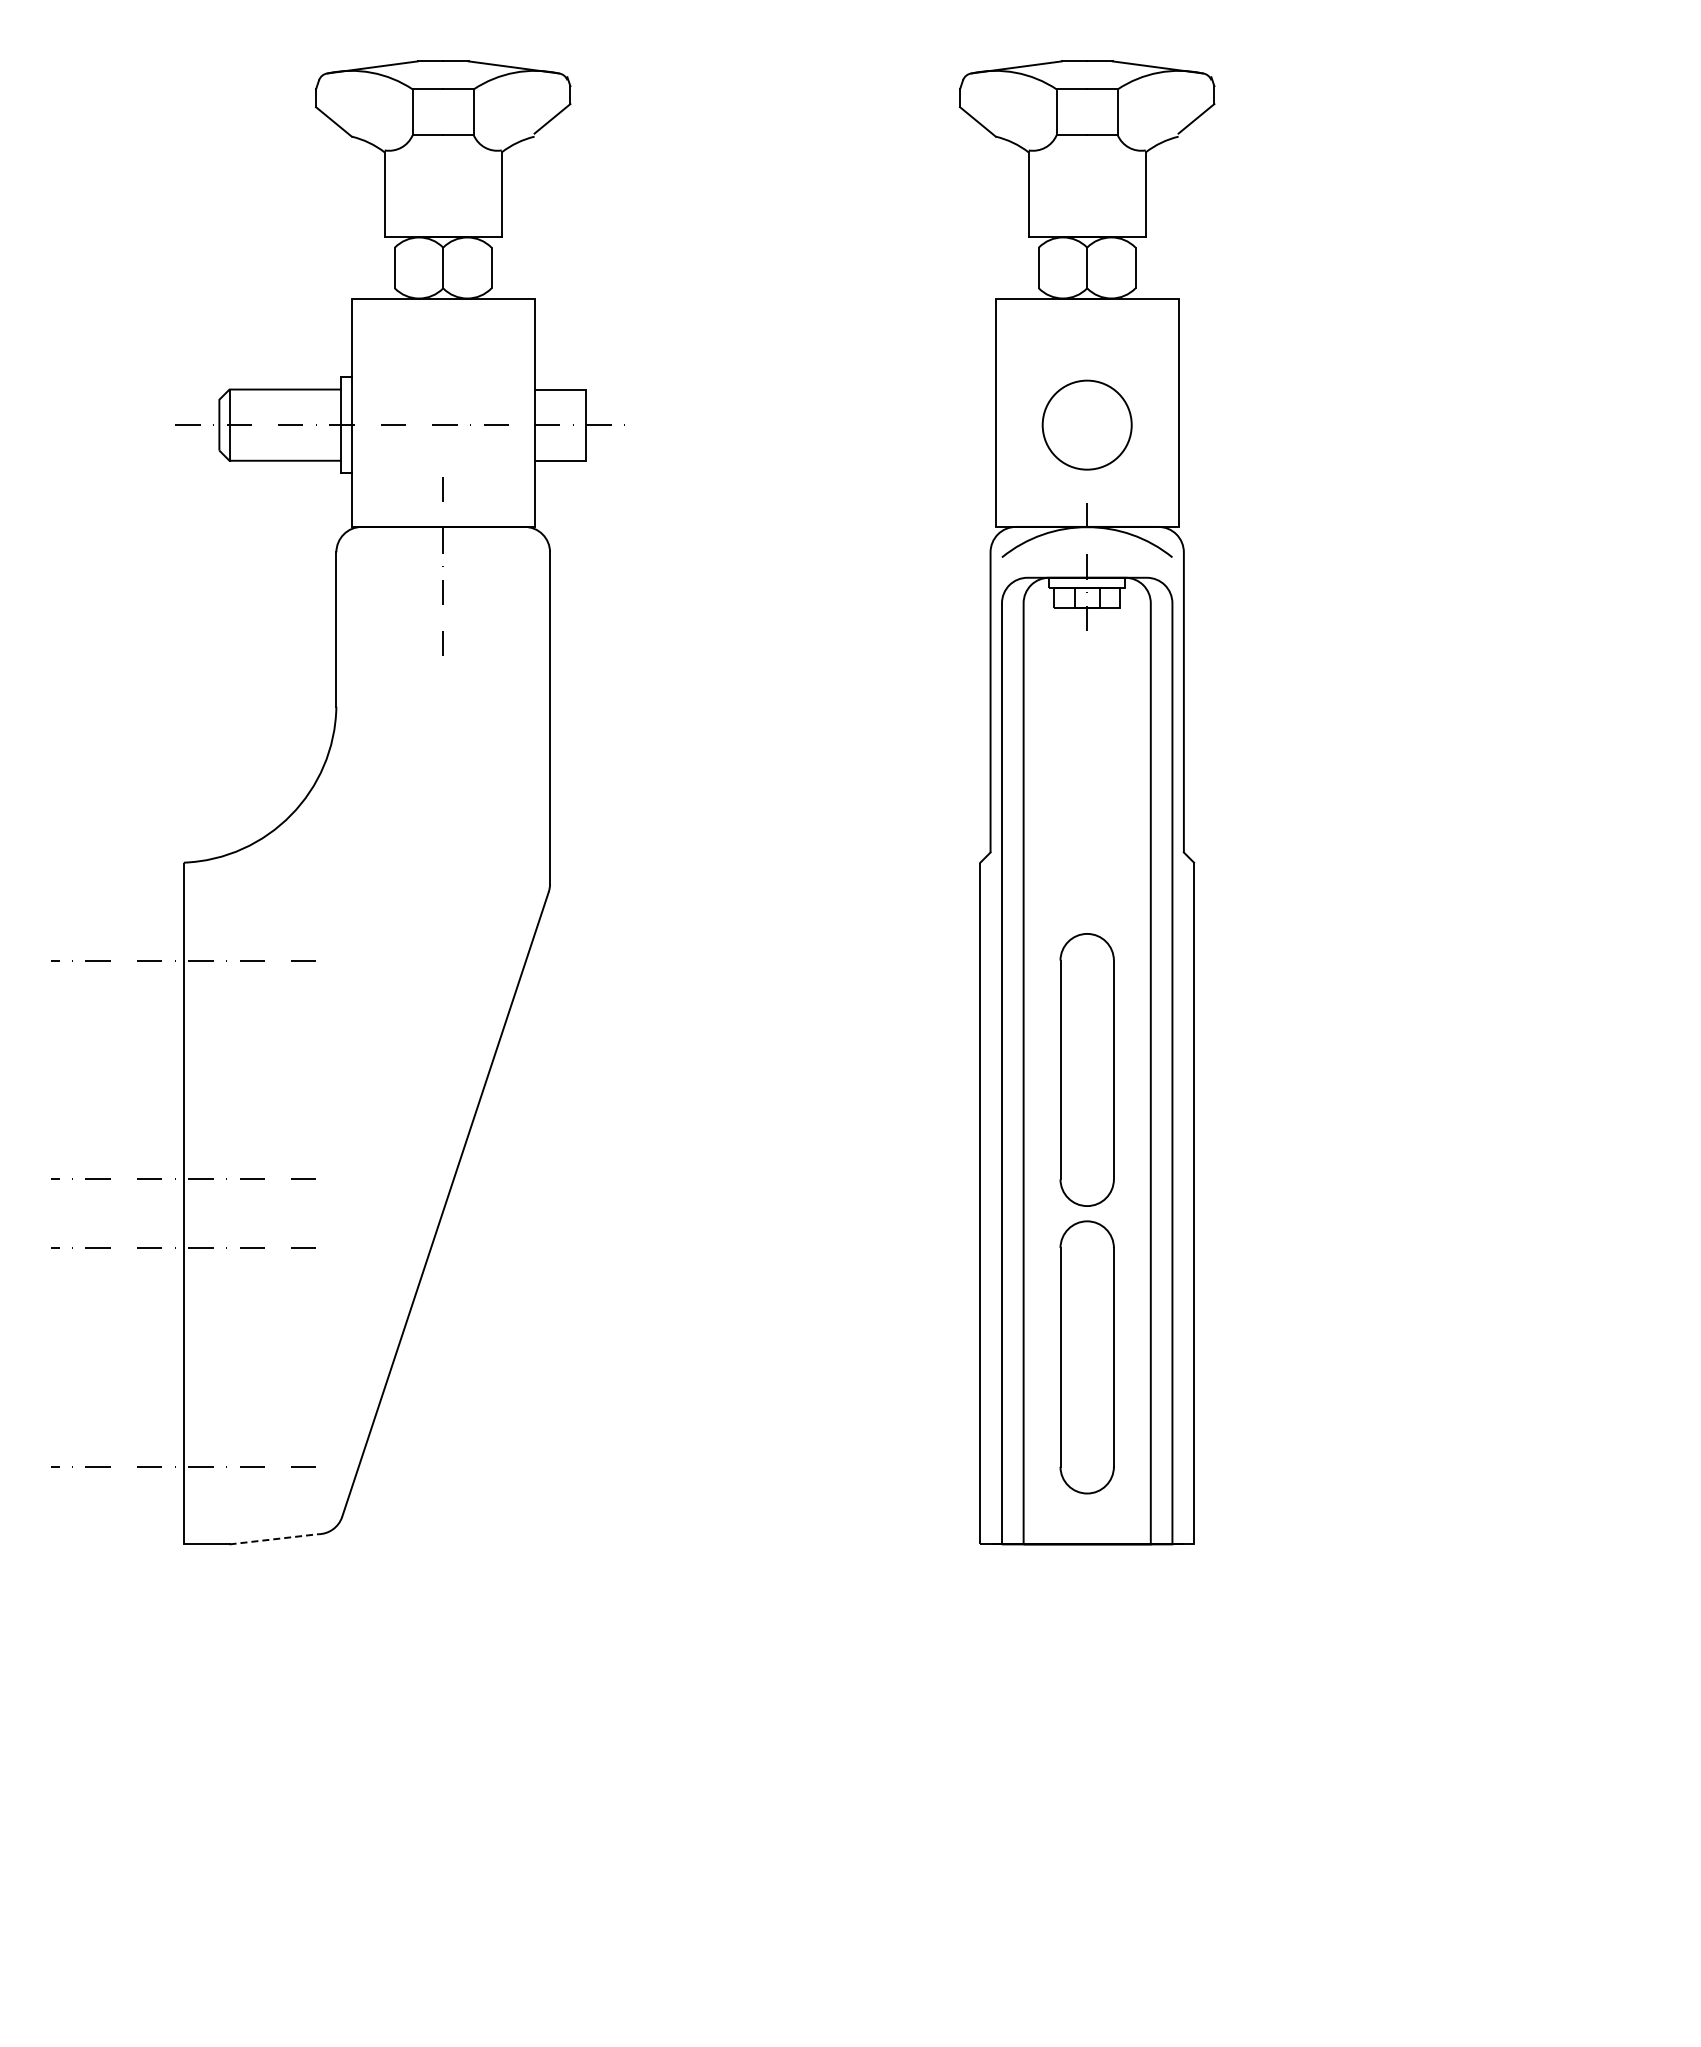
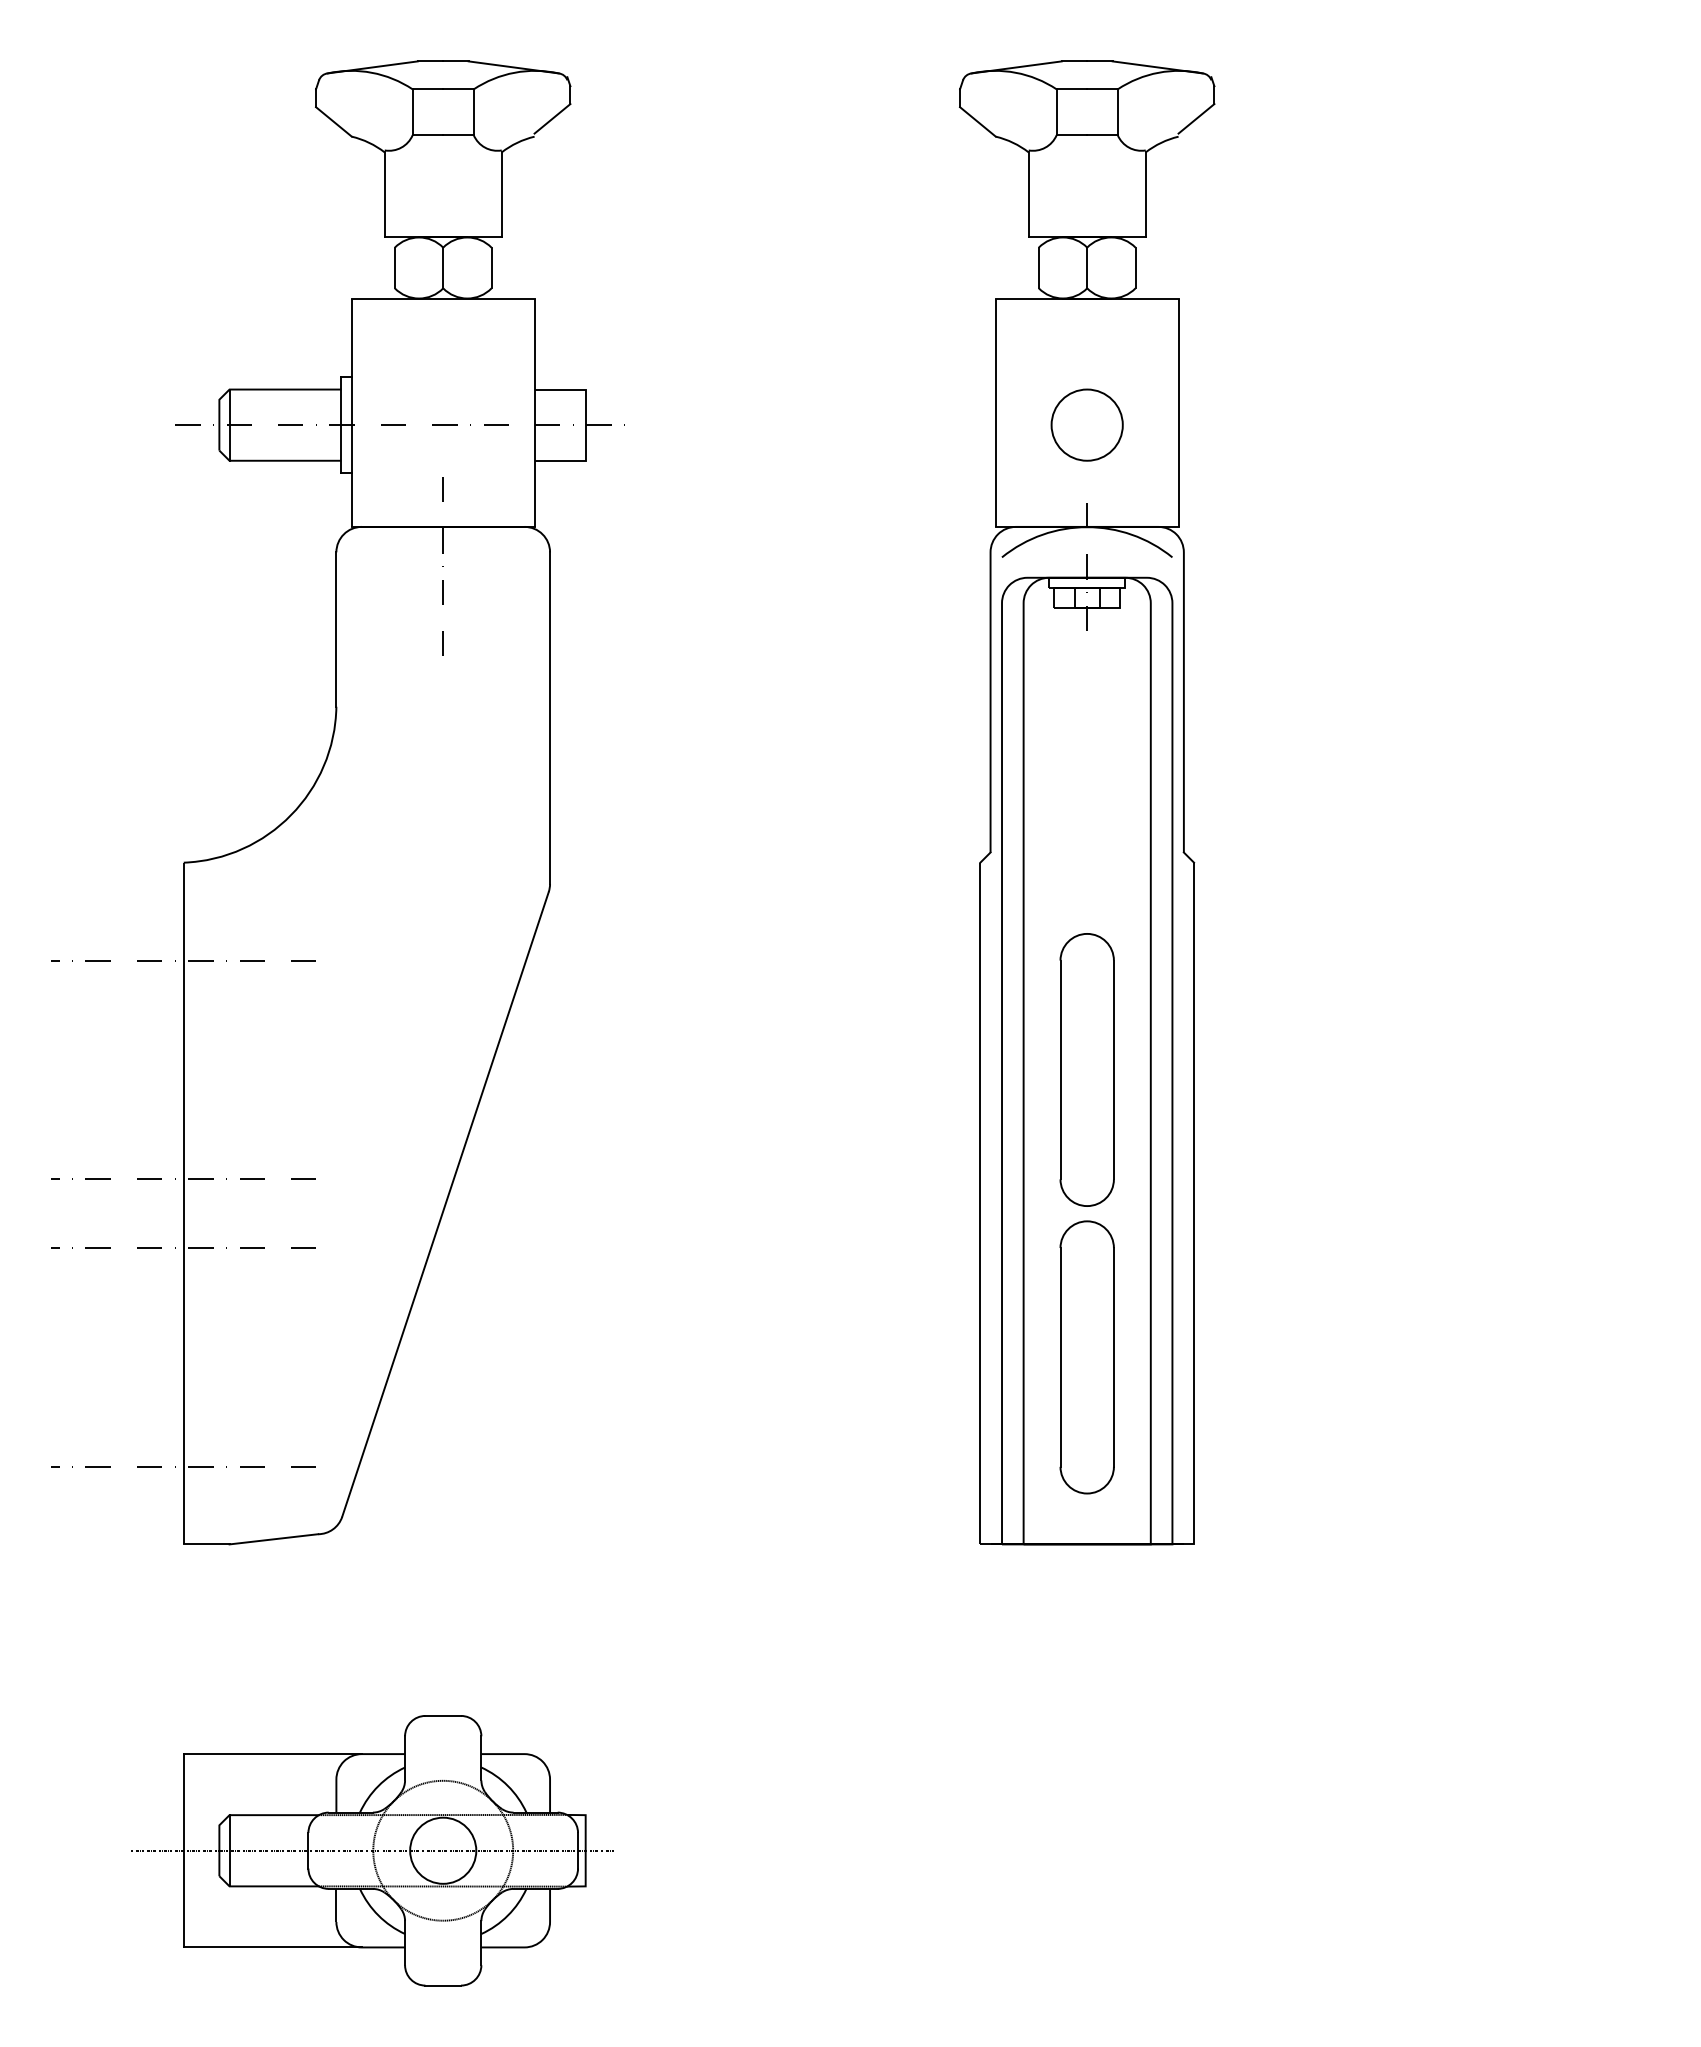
circle at (1086, 424) diameter: 89 px -> 71 px
line at (273, 1539): dashed -> solid
part at (372, 1850): none -> present
